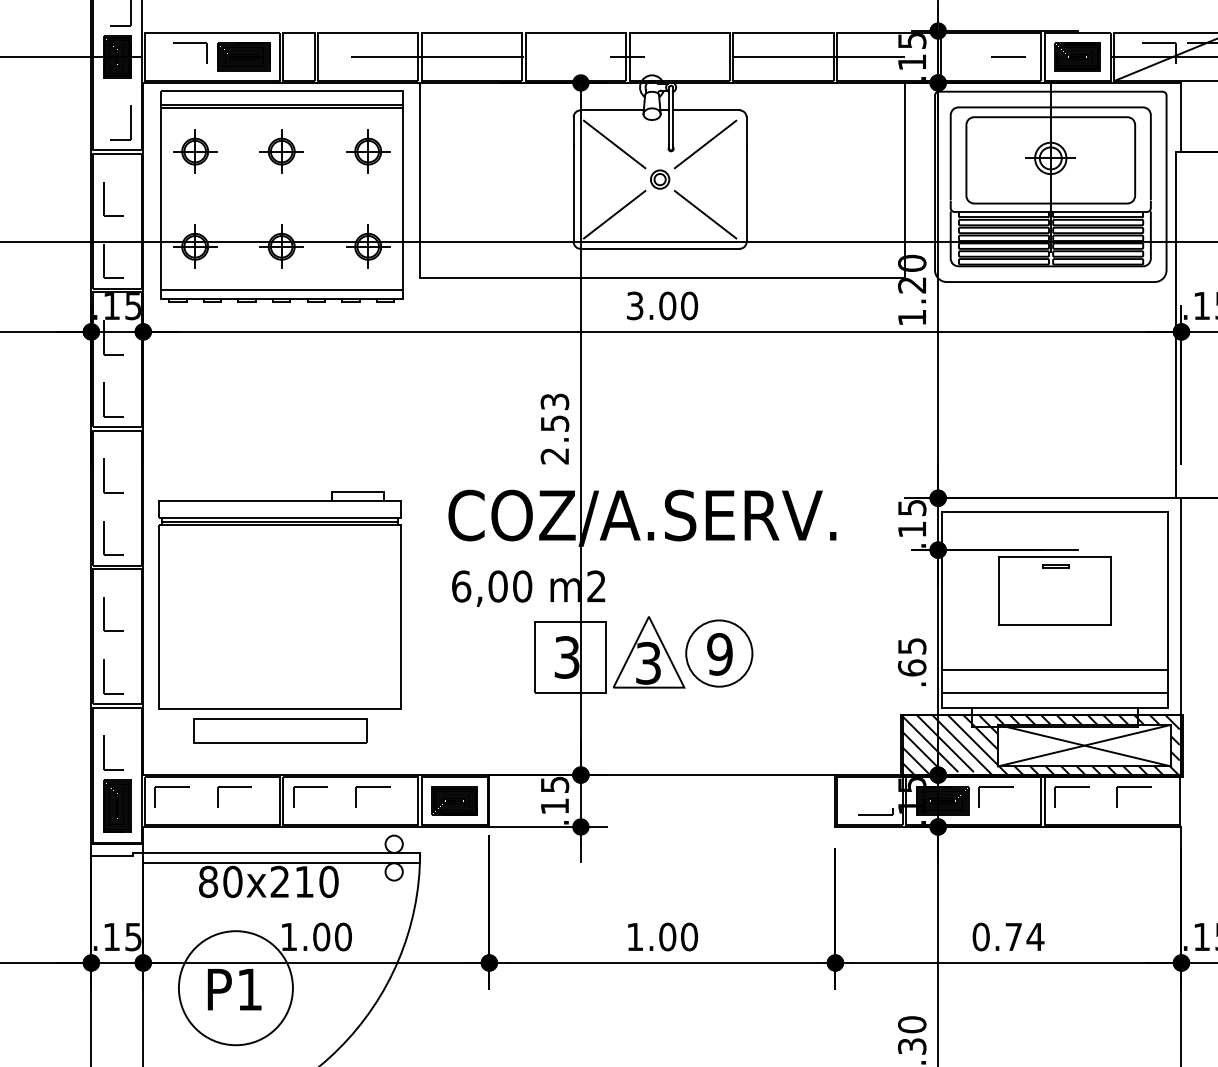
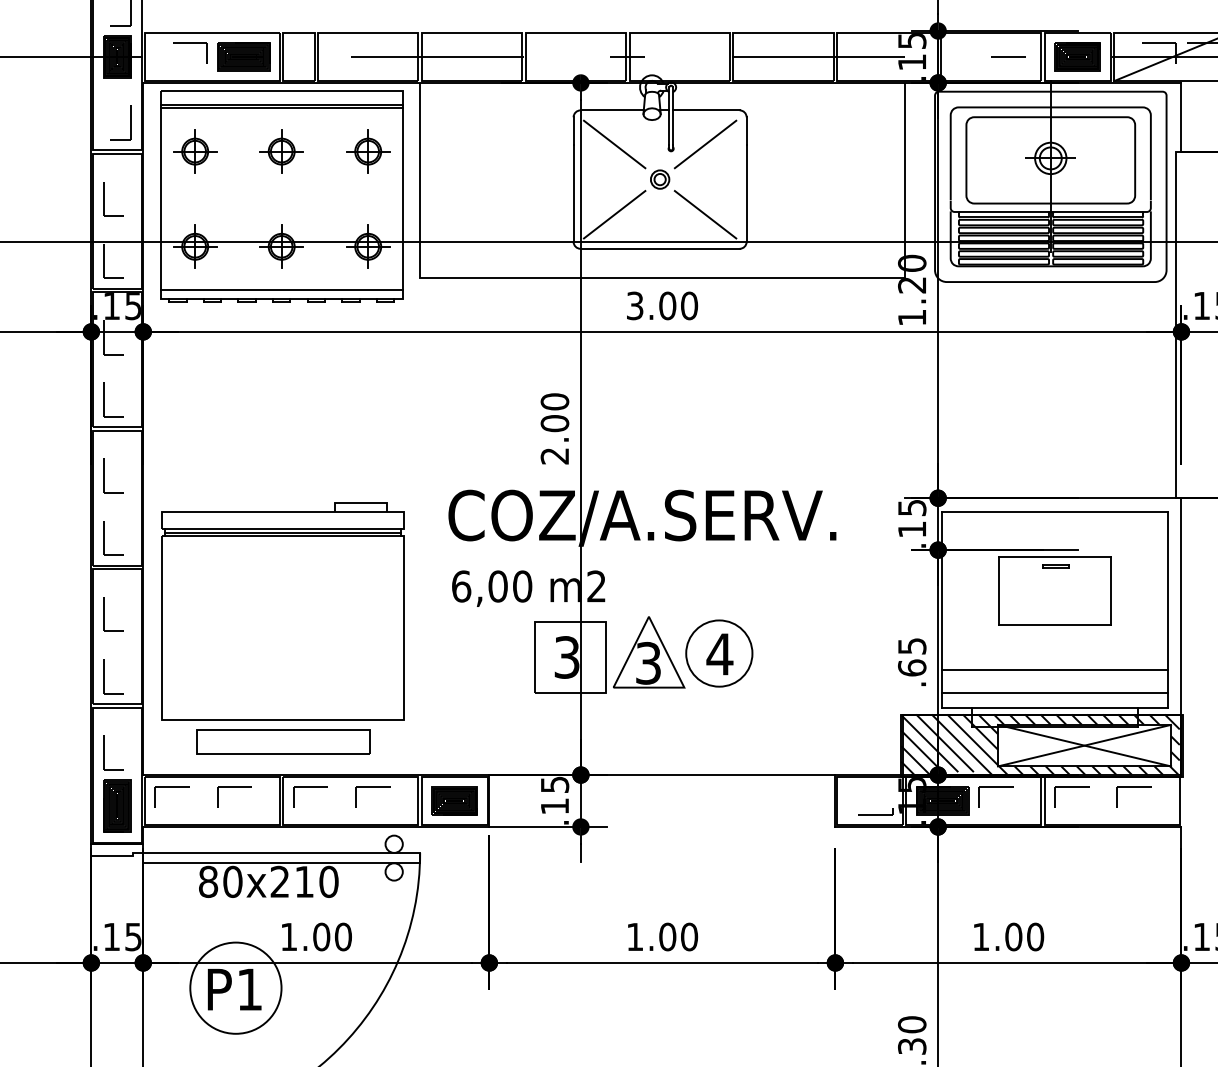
text at (554, 412): 2.53 -> 2.00
part at (279, 617) position: (279, 617) -> (282, 628)
text at (719, 654): 9 -> 4
text at (1008, 936): 0.74 -> 1.00
circle at (235, 988) diameter: 114 px -> 91 px
